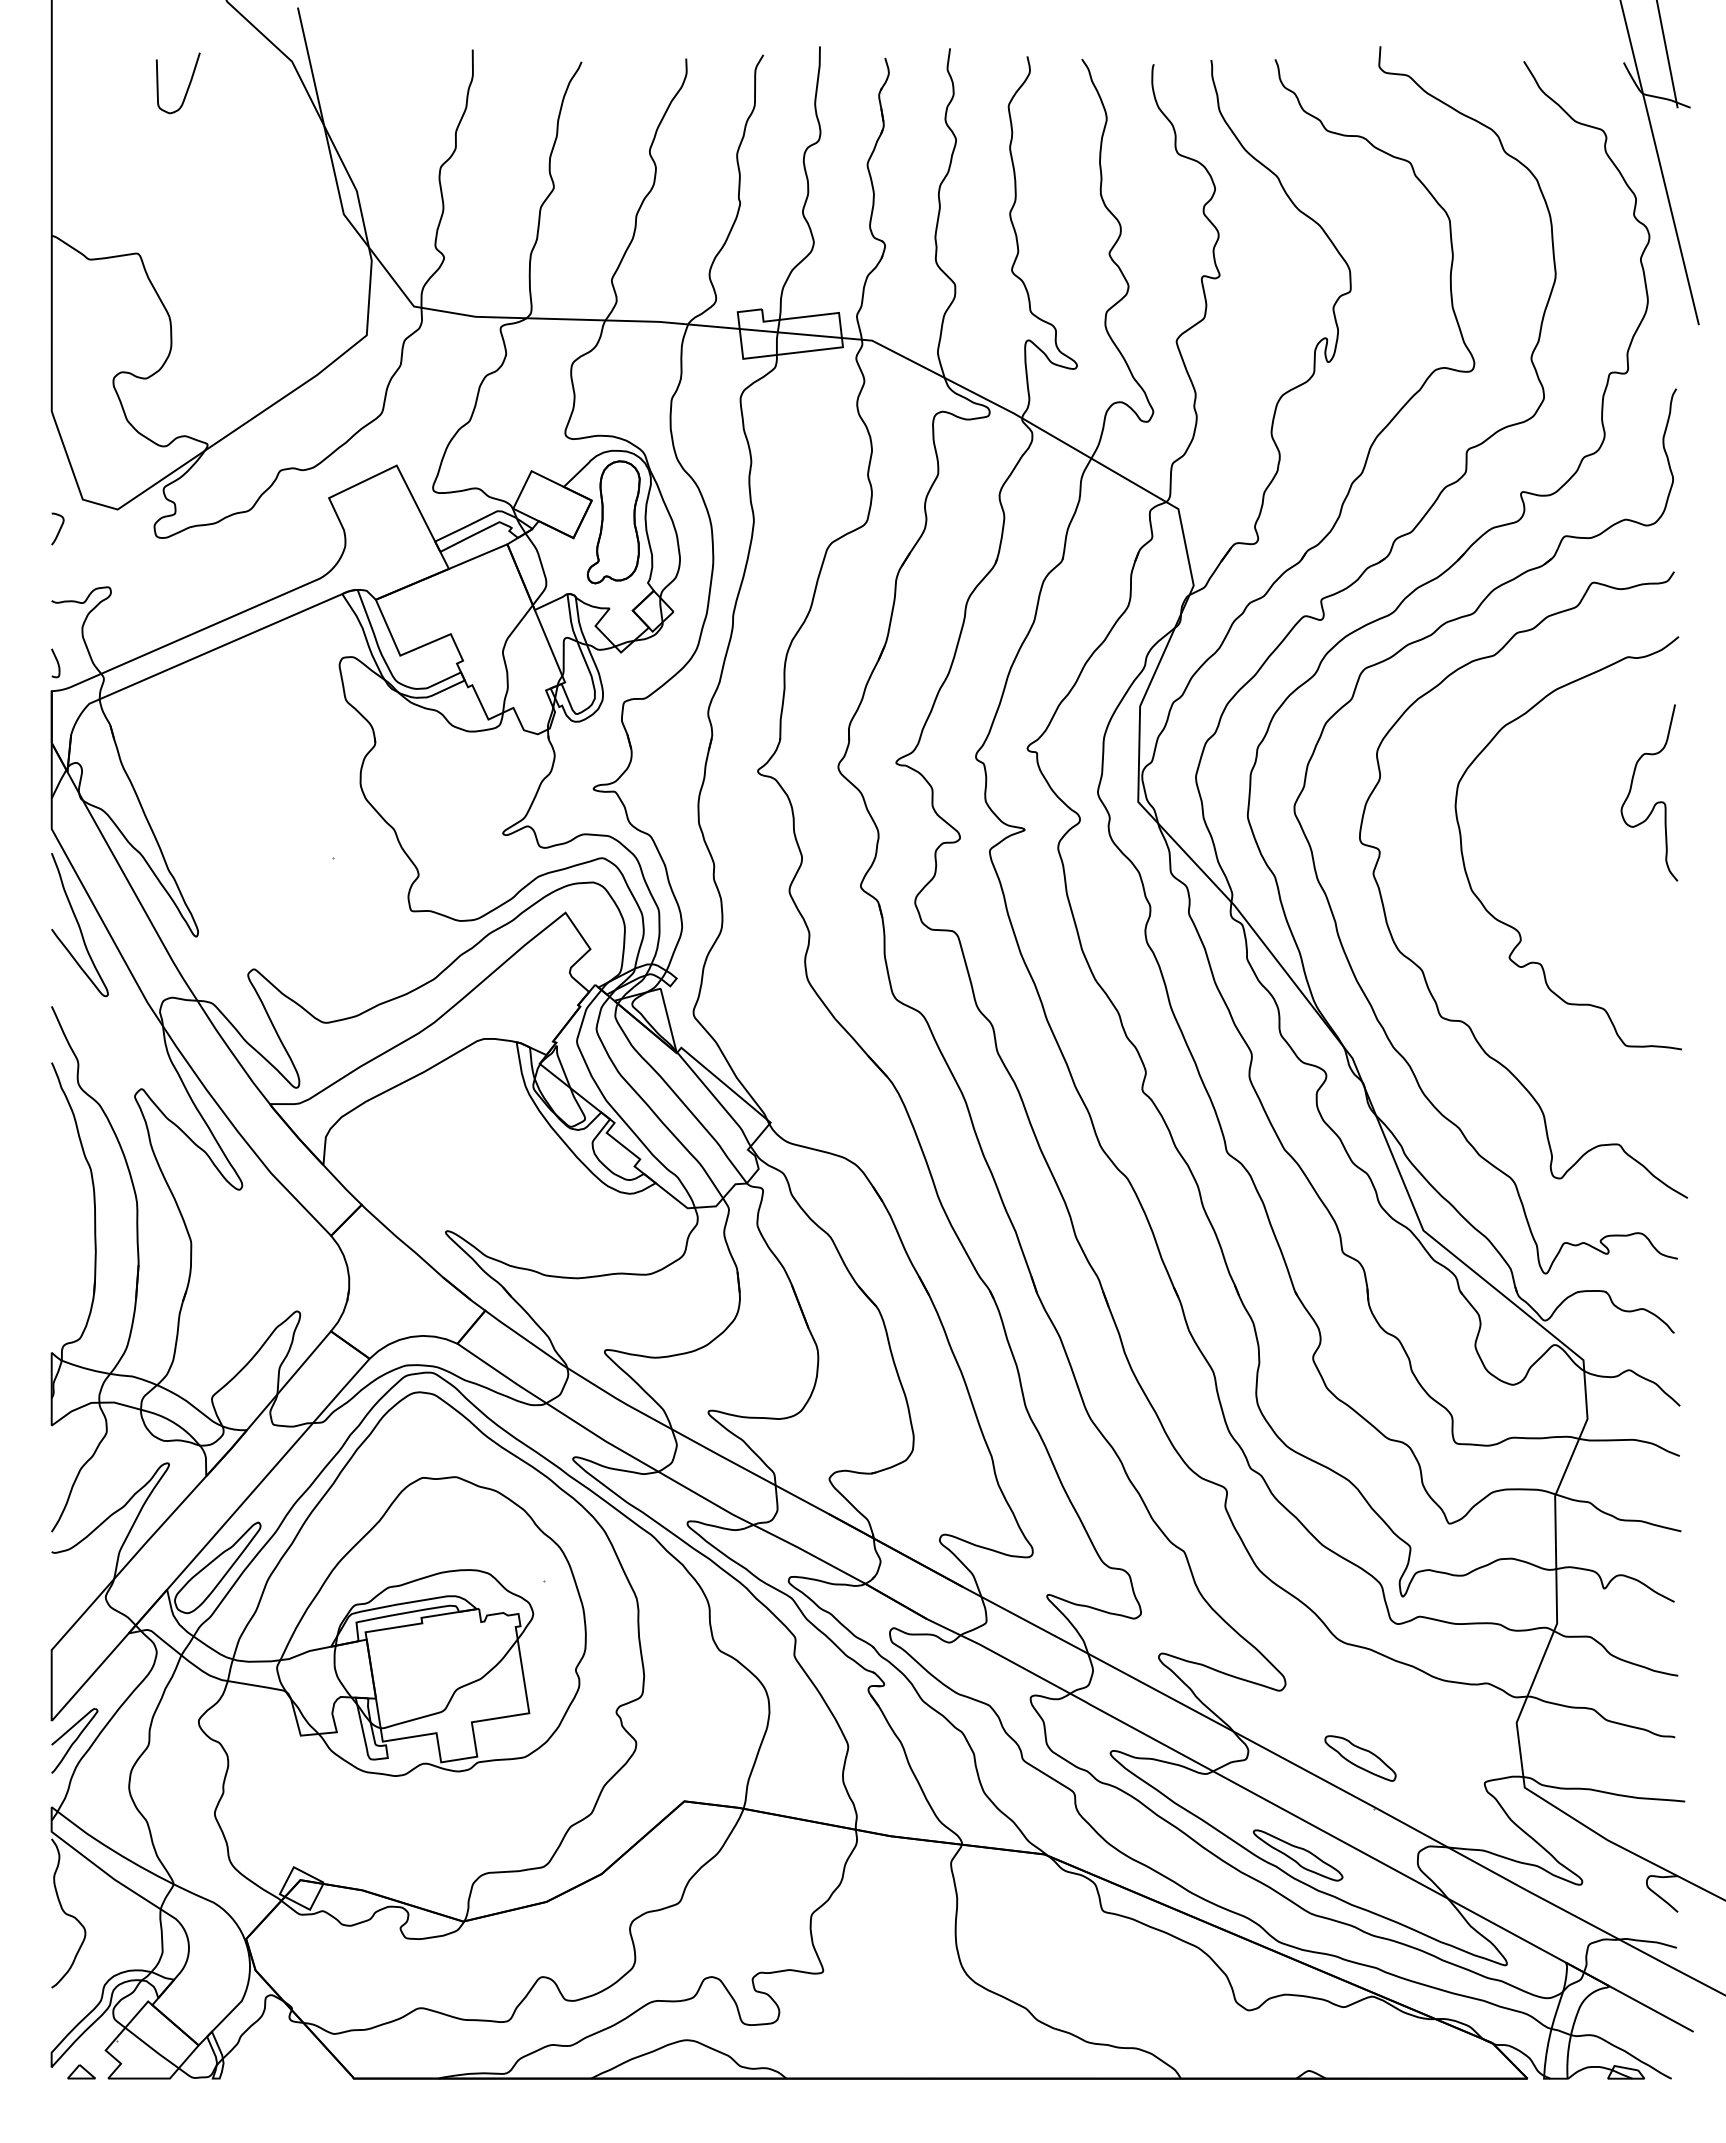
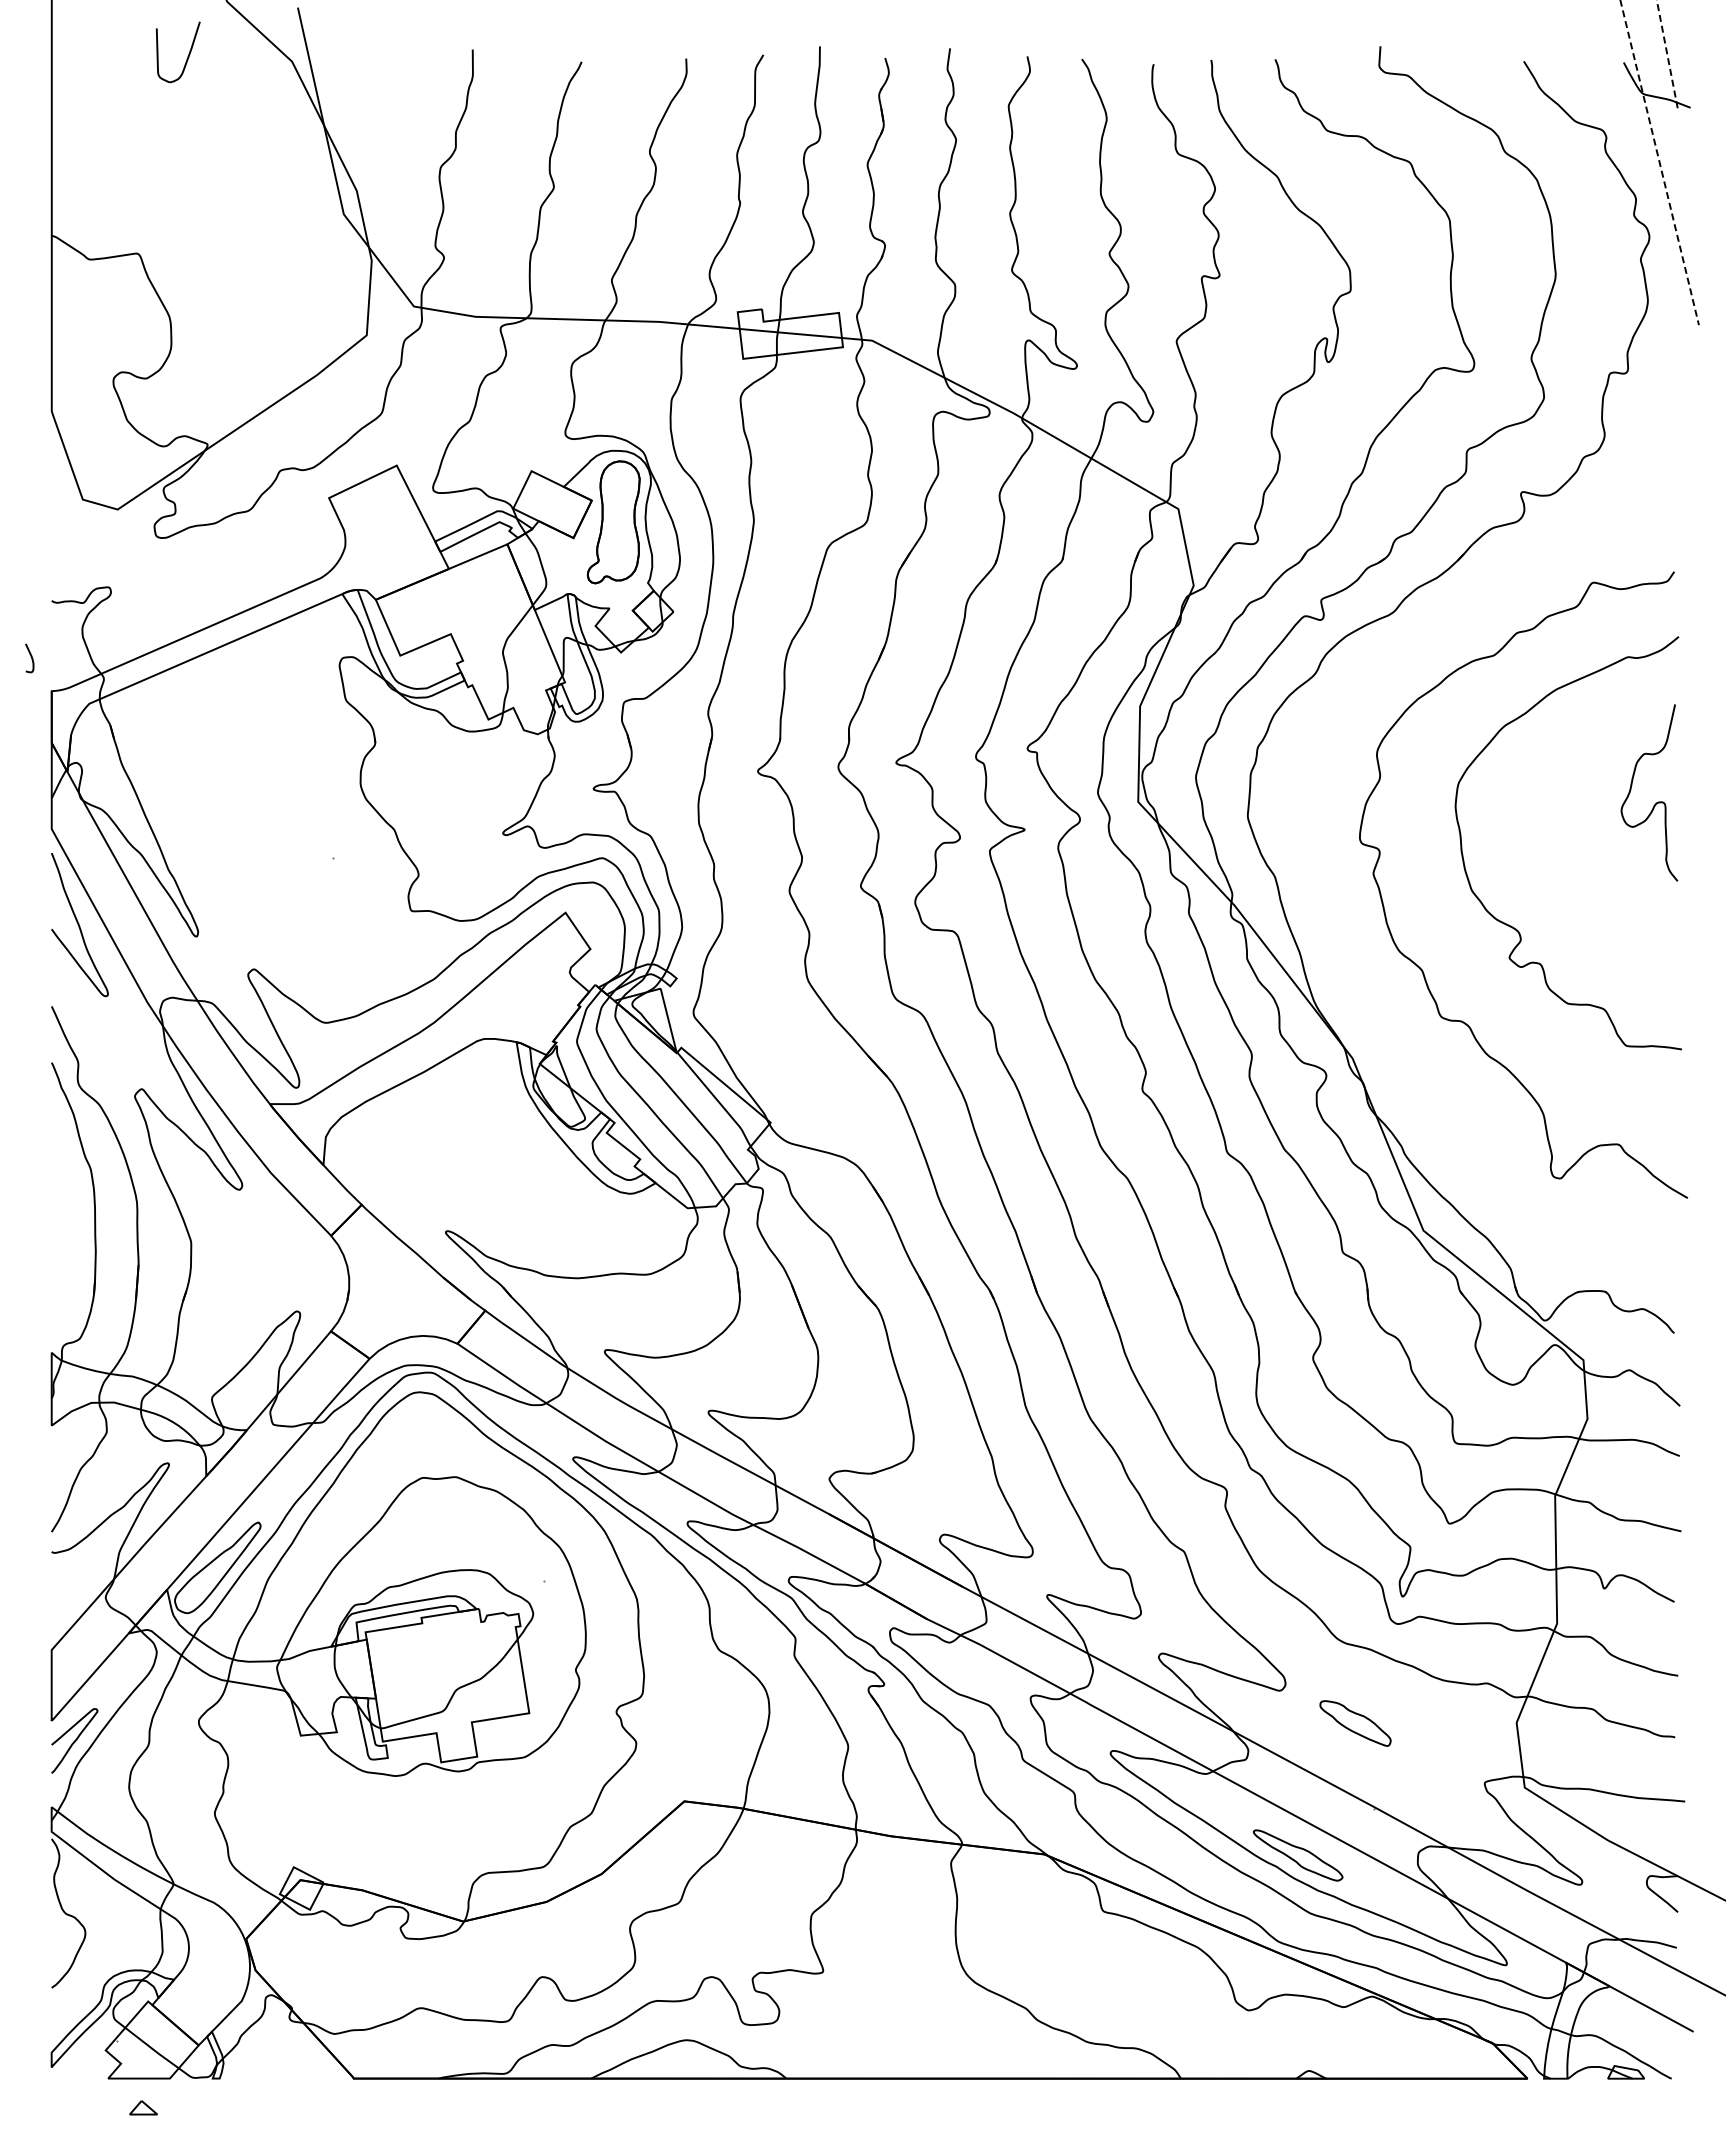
line at (1667, 54): solid -> dashed
curve at (187, 87) position: (187, 87) -> (187, 56)
line at (1659, 162): solid -> dashed
curve at (59, 528): present -> none
curve at (57, 663) position: (57, 663) -> (31, 658)
part at (1326, 893): present -> none
part at (1360, 1758) position: (1360, 1758) -> (1355, 1723)
part at (81, 2071) position: (81, 2071) -> (143, 2107)
